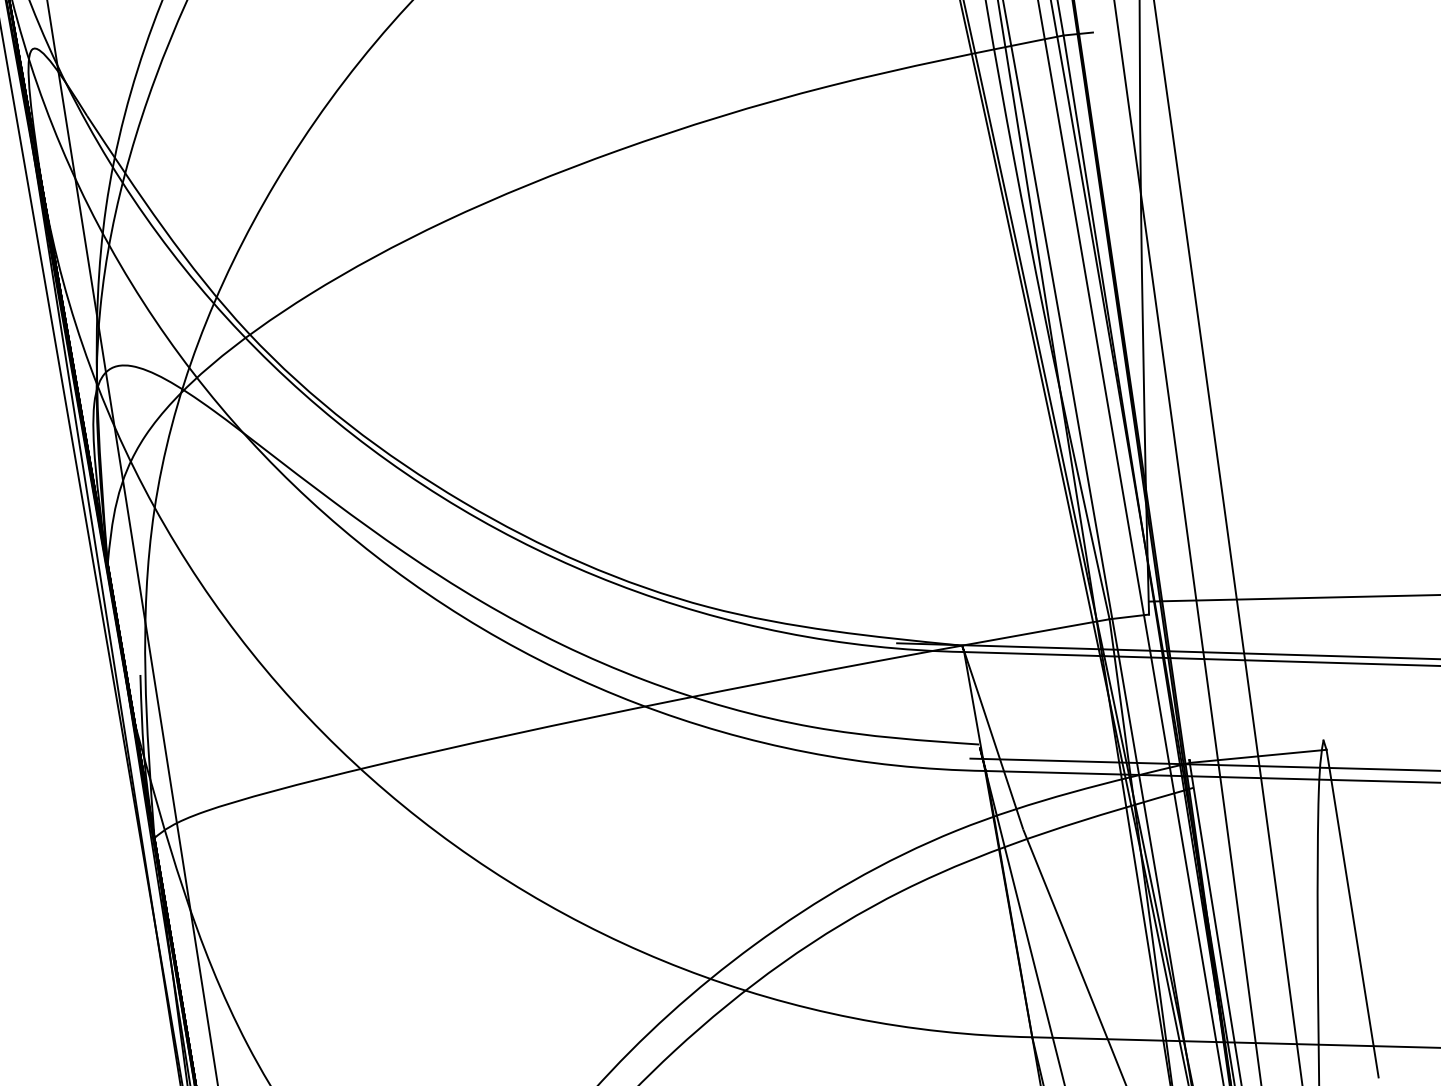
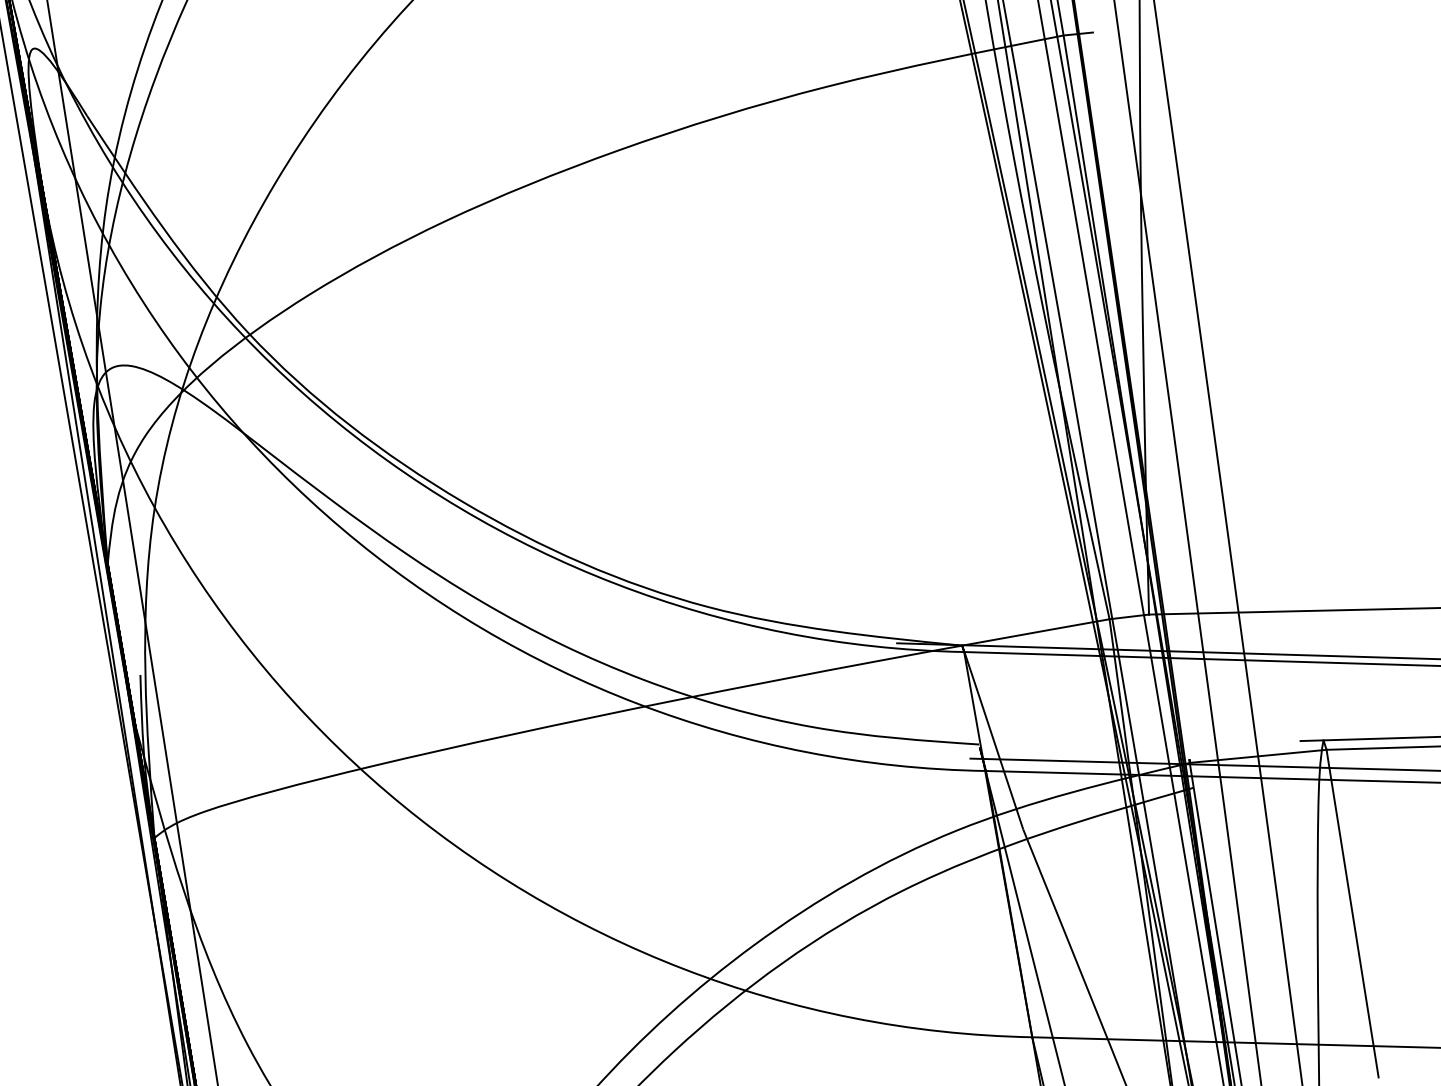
line at (1293, 598) position: (1293, 598) -> (1293, 611)
line at (1368, 738): none -> present
line at (1381, 747): none -> present
